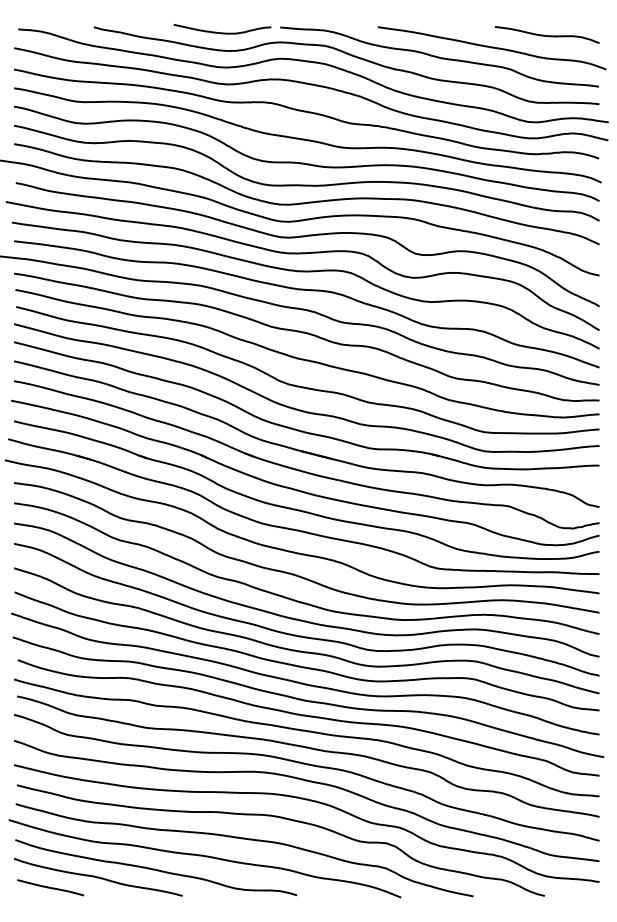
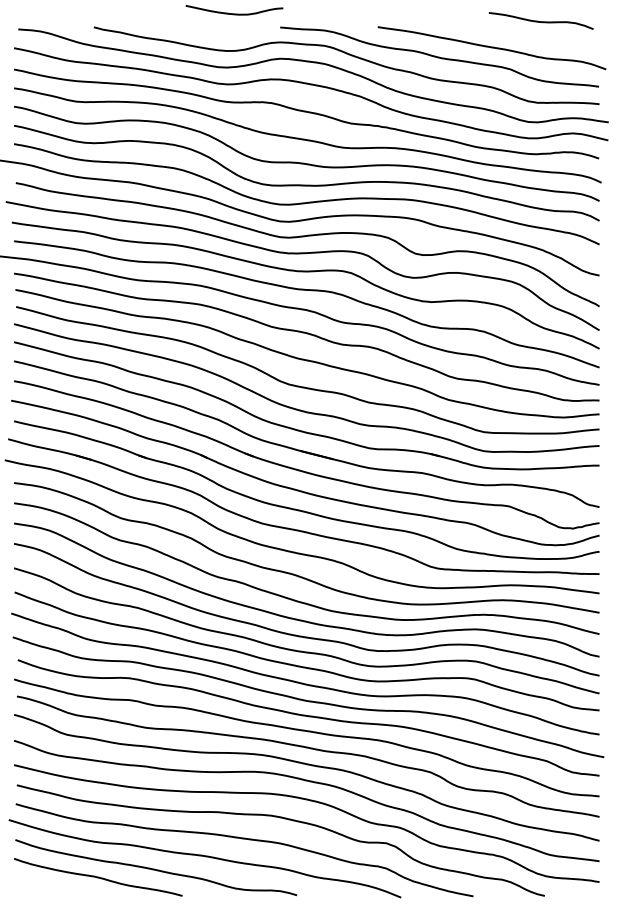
curve at (222, 32) position: (222, 32) -> (234, 13)
curve at (546, 35) position: (546, 35) -> (540, 21)
line at (50, 887): present -> none
